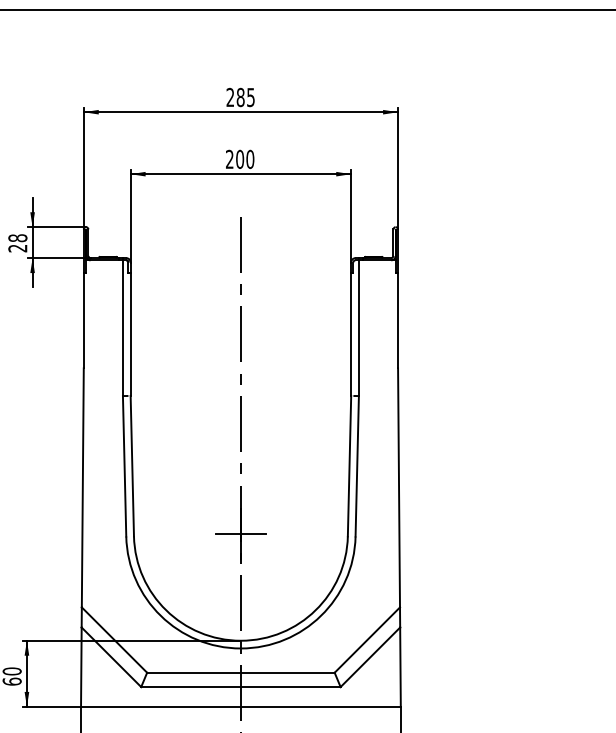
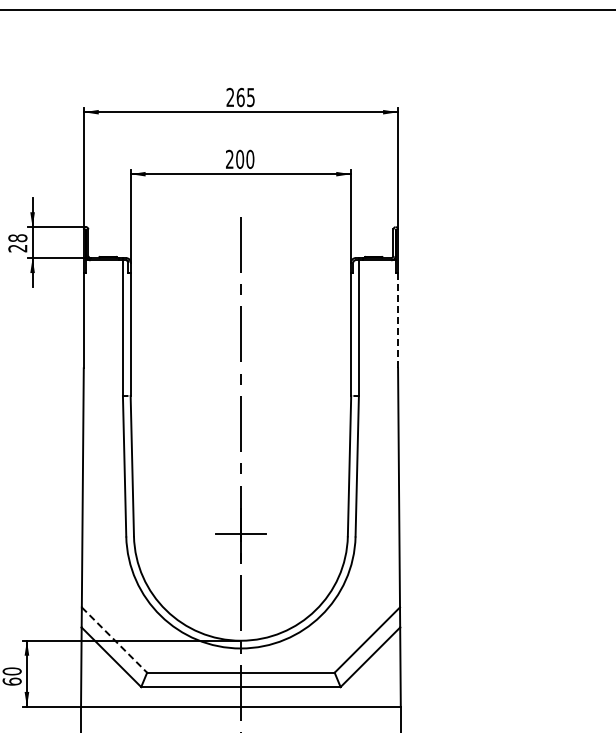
text at (240, 96): 285 -> 265
line at (398, 320): solid -> dashed
line at (114, 640): solid -> dashed
